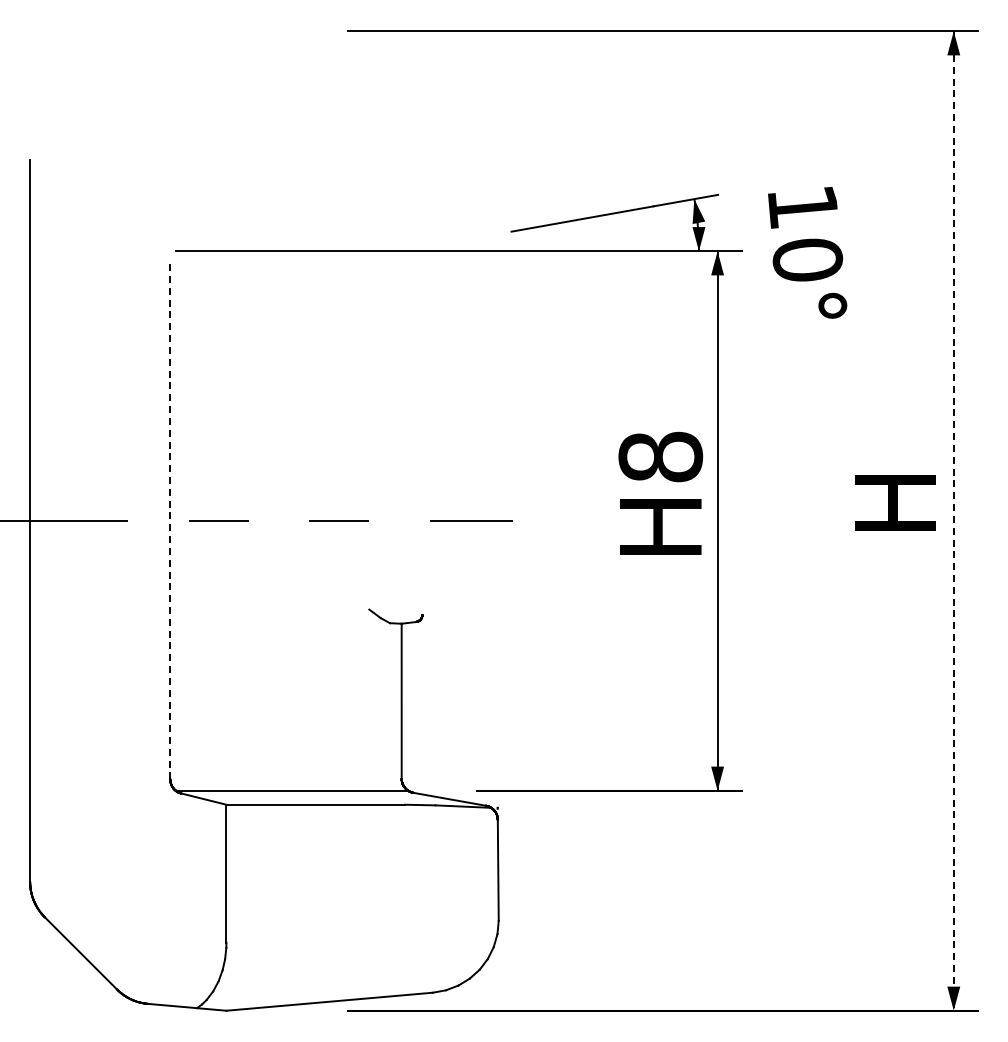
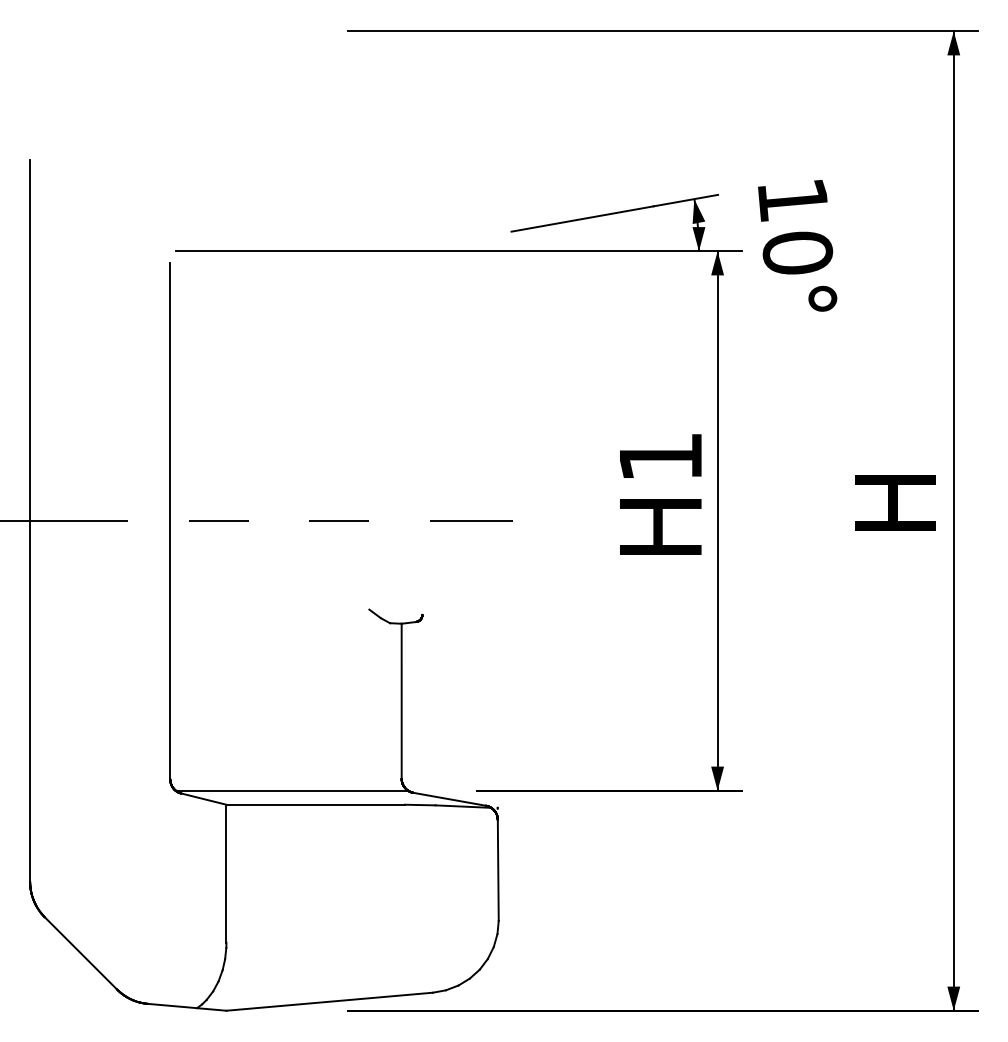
text at (807, 252) position: (807, 252) -> (797, 245)
text at (660, 456): H8 -> H1
line at (170, 520): dashed -> solid
line at (953, 520): dashed -> solid
